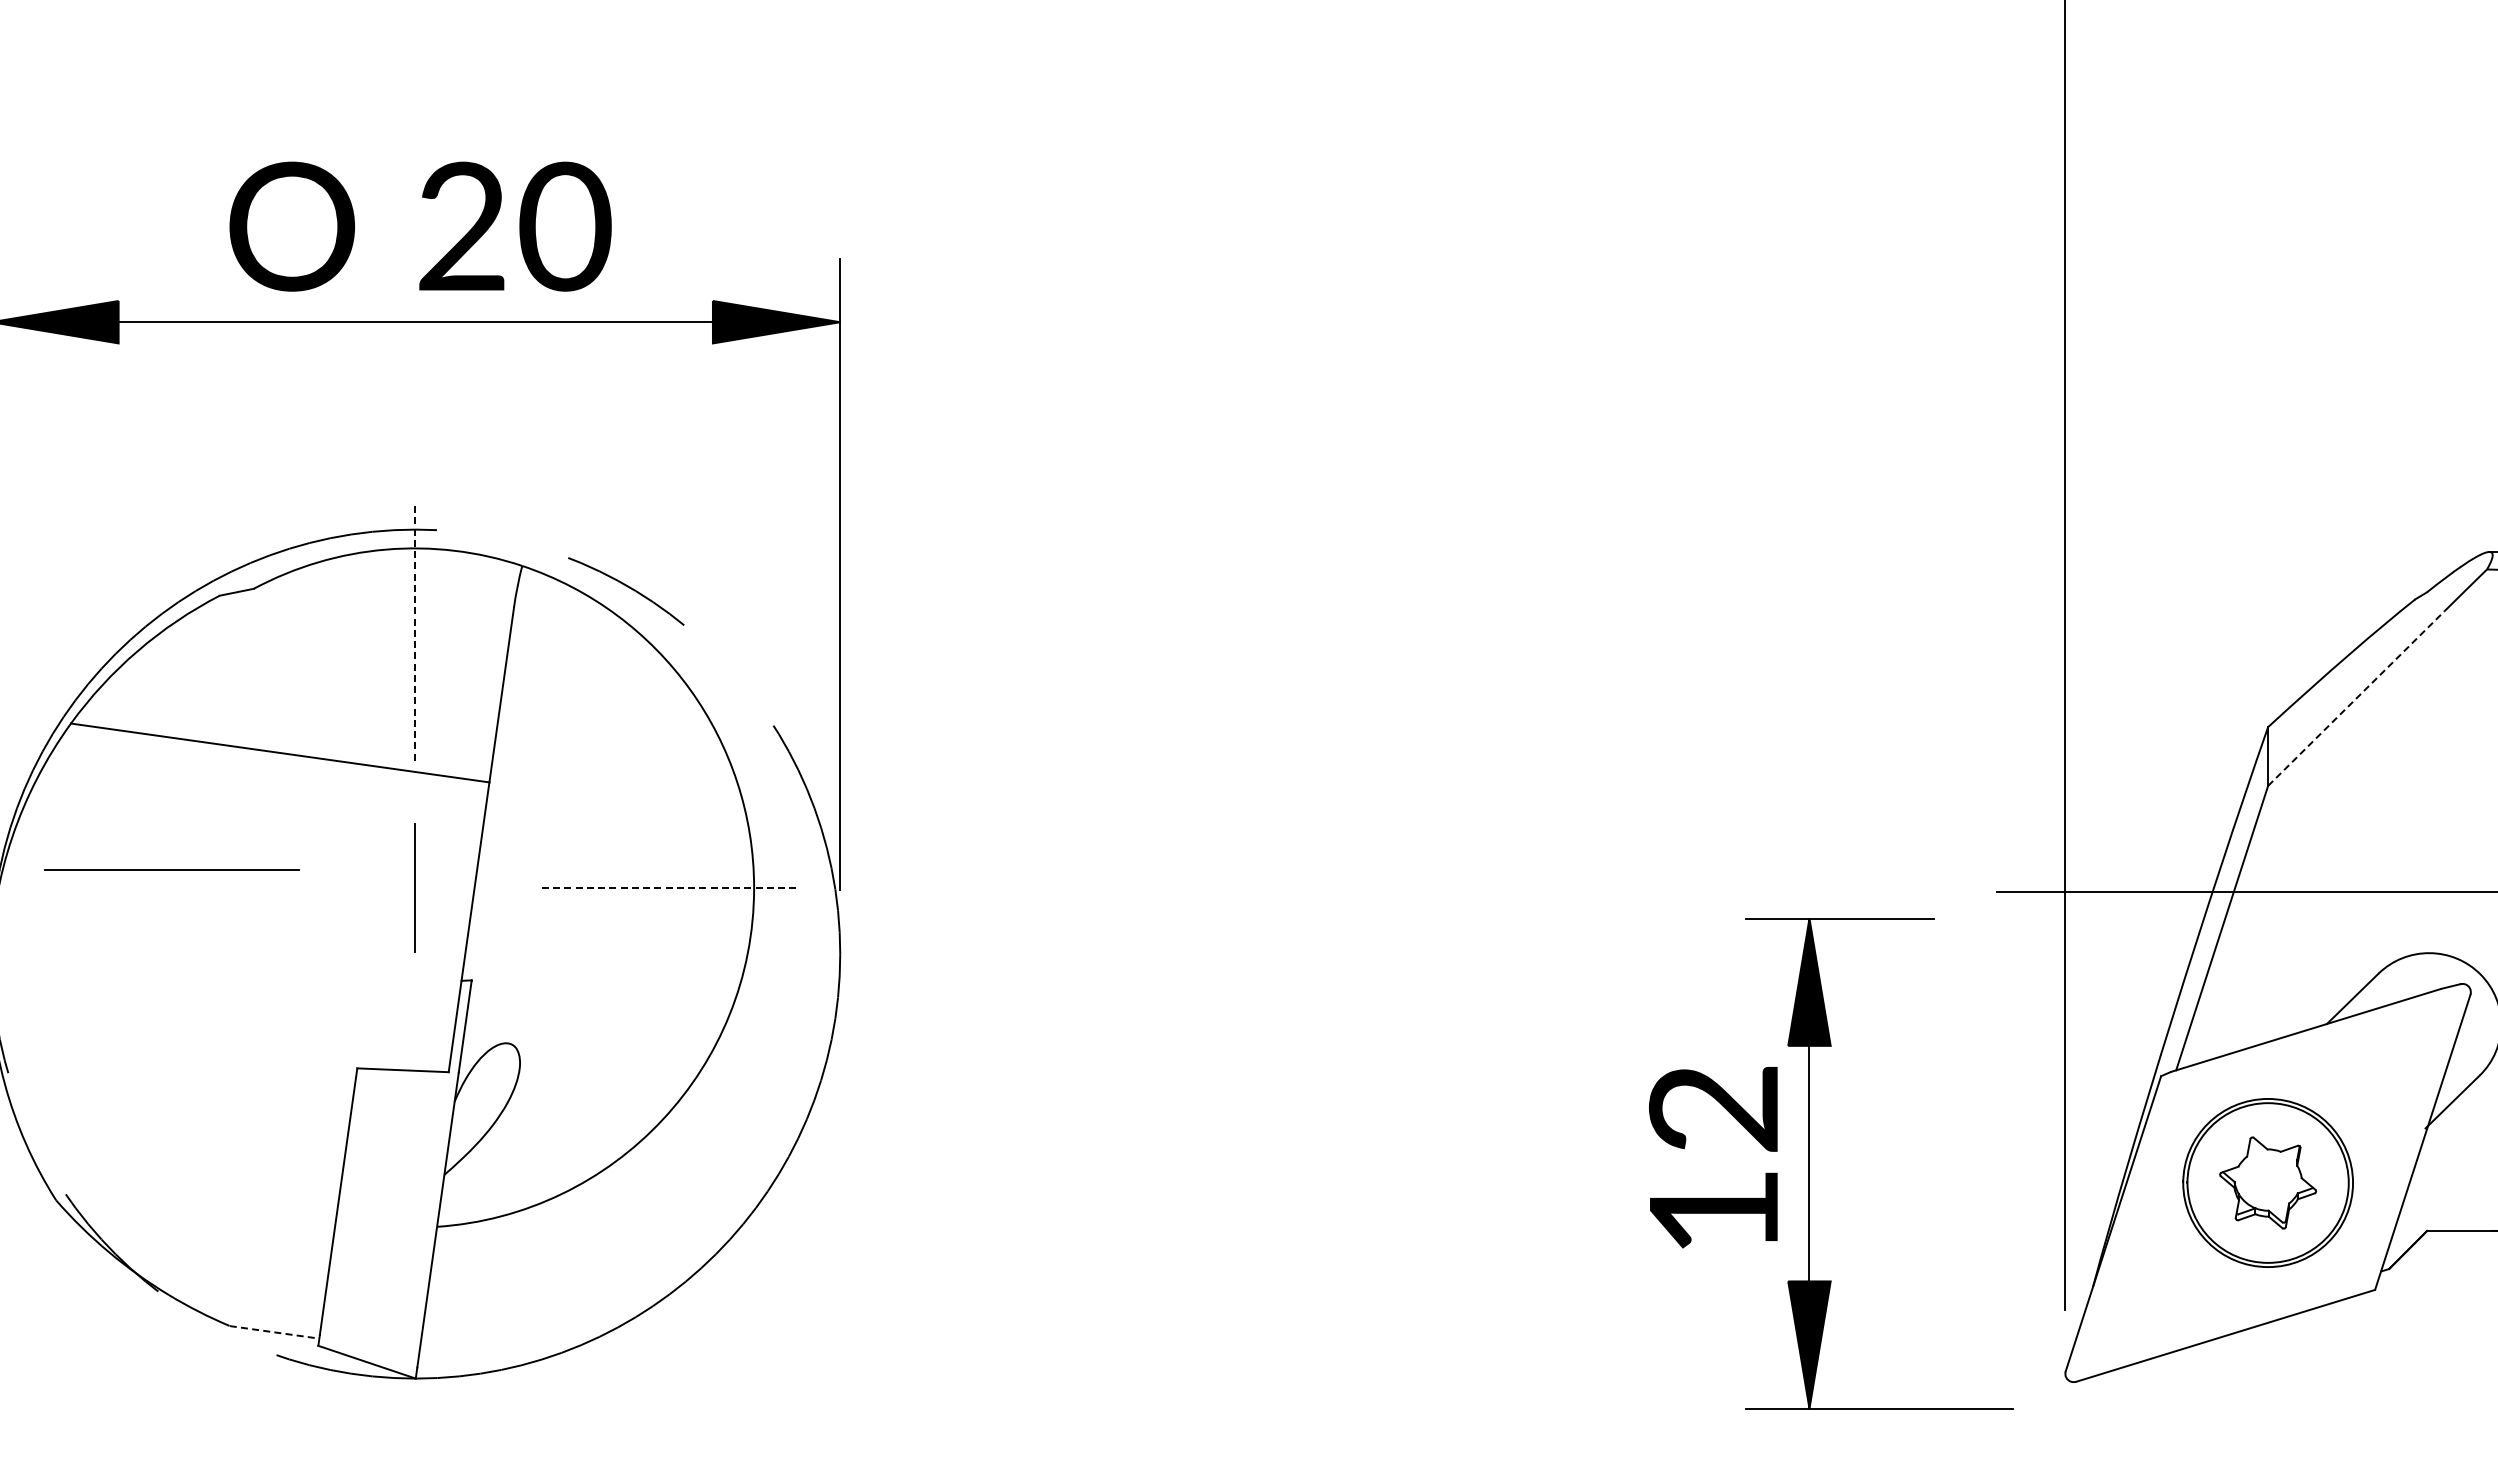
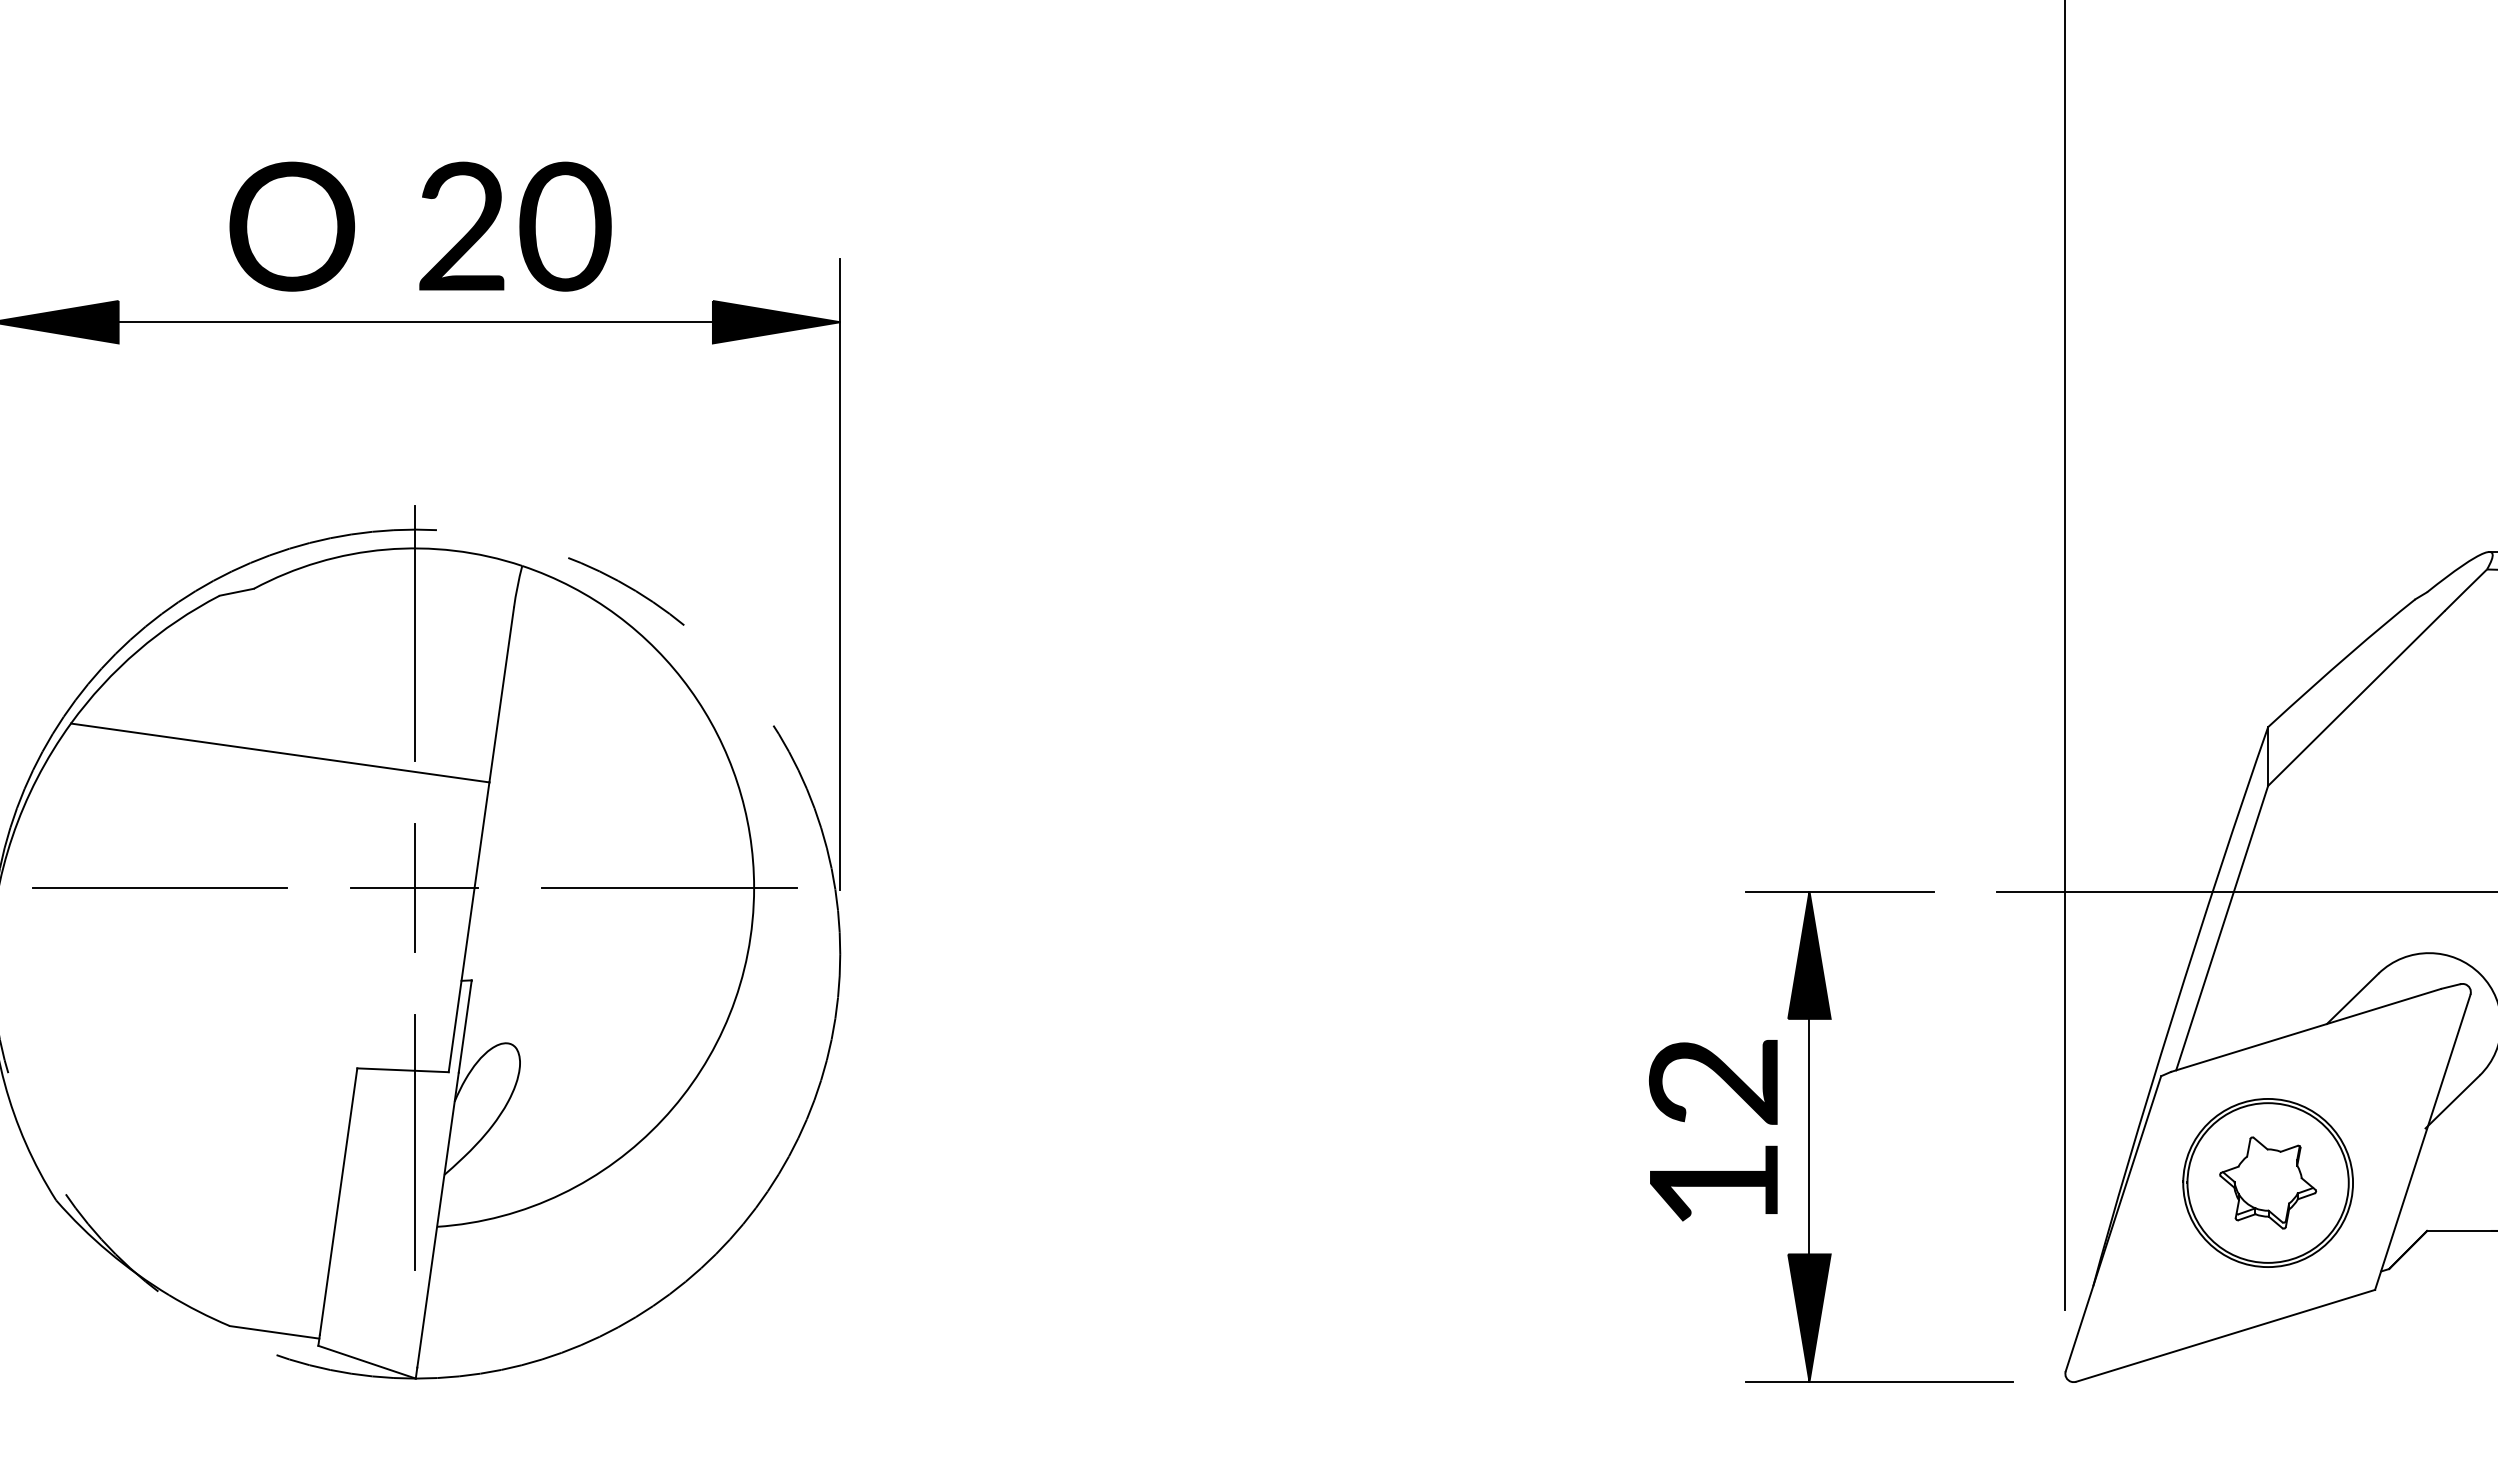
line at (414, 632): dashed -> solid
line at (2356, 698): dashed -> solid
line at (171, 869) position: (171, 869) -> (159, 887)
line at (414, 887): none -> present
line at (669, 887): dashed -> solid
line at (414, 1142): none -> present
part at (1809, 1163) position: (1809, 1163) -> (1809, 1136)
line at (275, 1332): dashed -> solid
